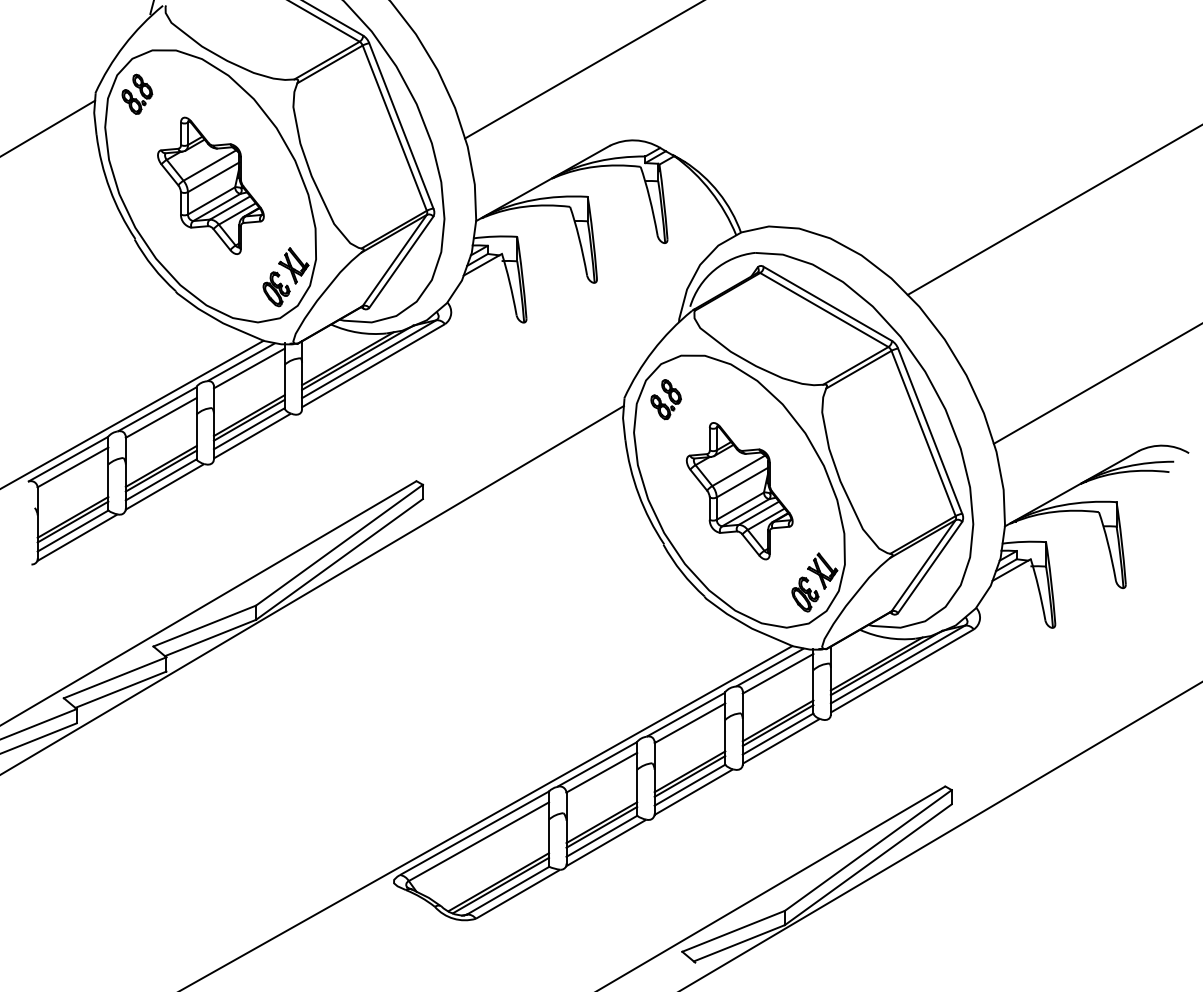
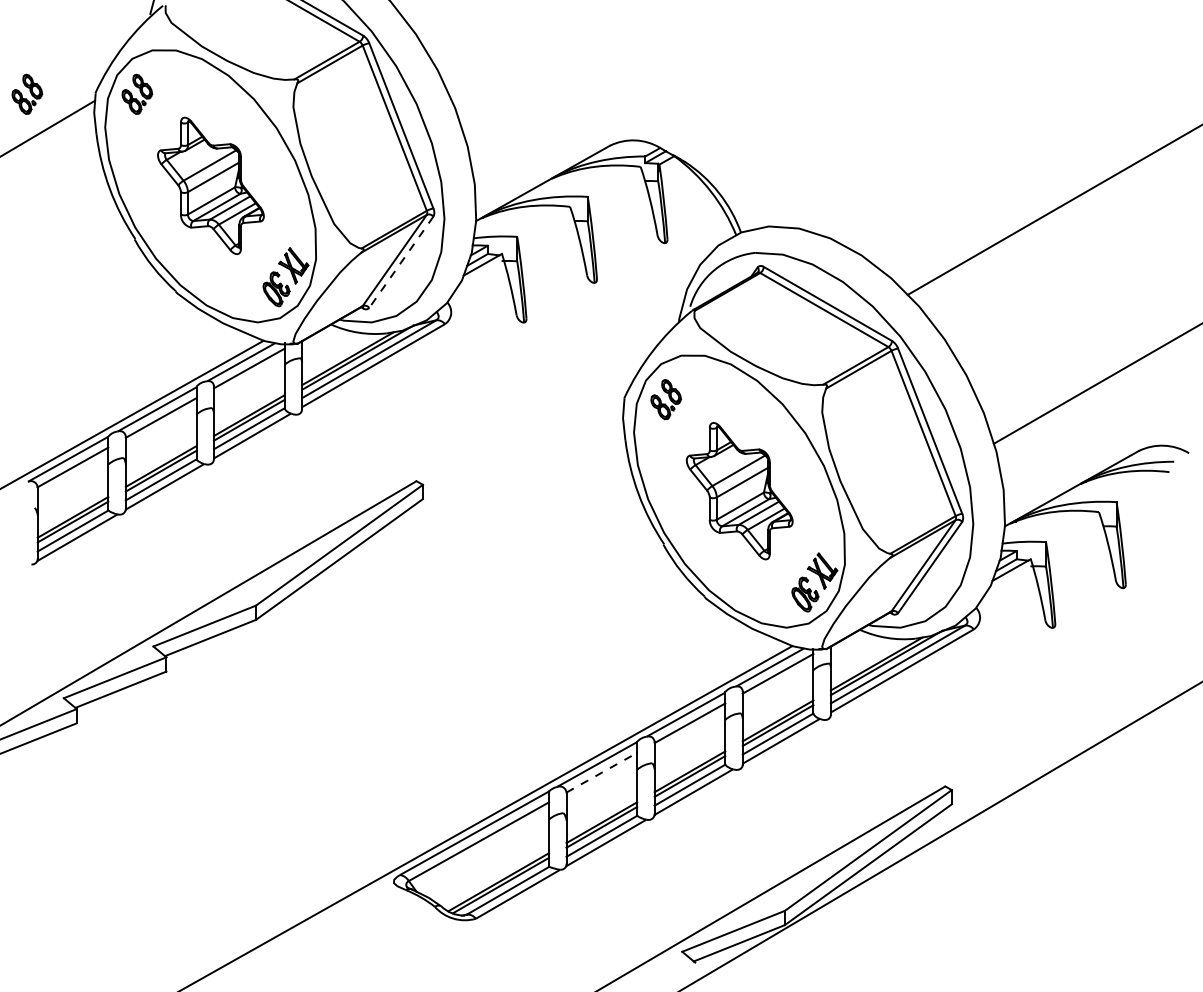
line at (582, 70): present -> none
part at (27, 93): none -> present
line at (401, 262): solid -> dashed
line at (312, 589): present -> none
line at (601, 772): solid -> dashed
